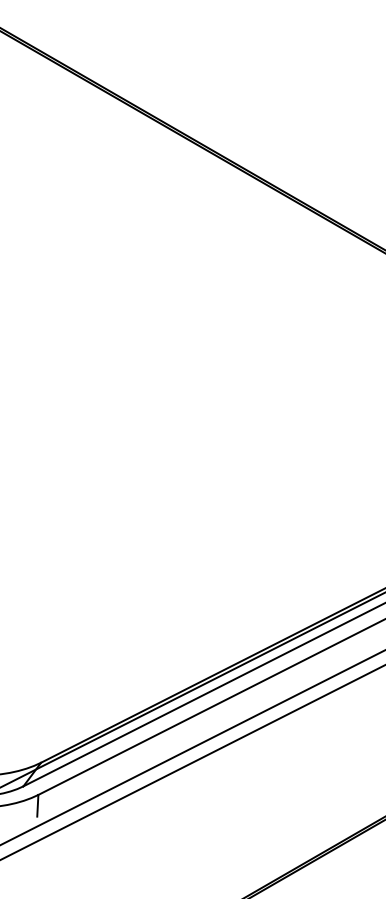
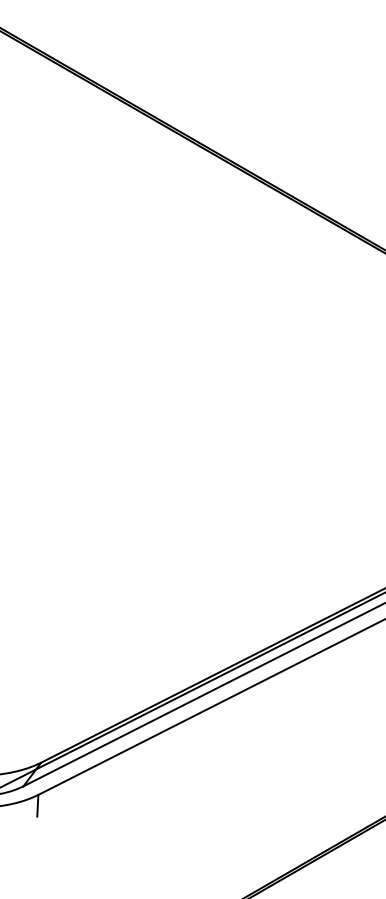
line at (192, 747): present -> none
line at (192, 762): present -> none
